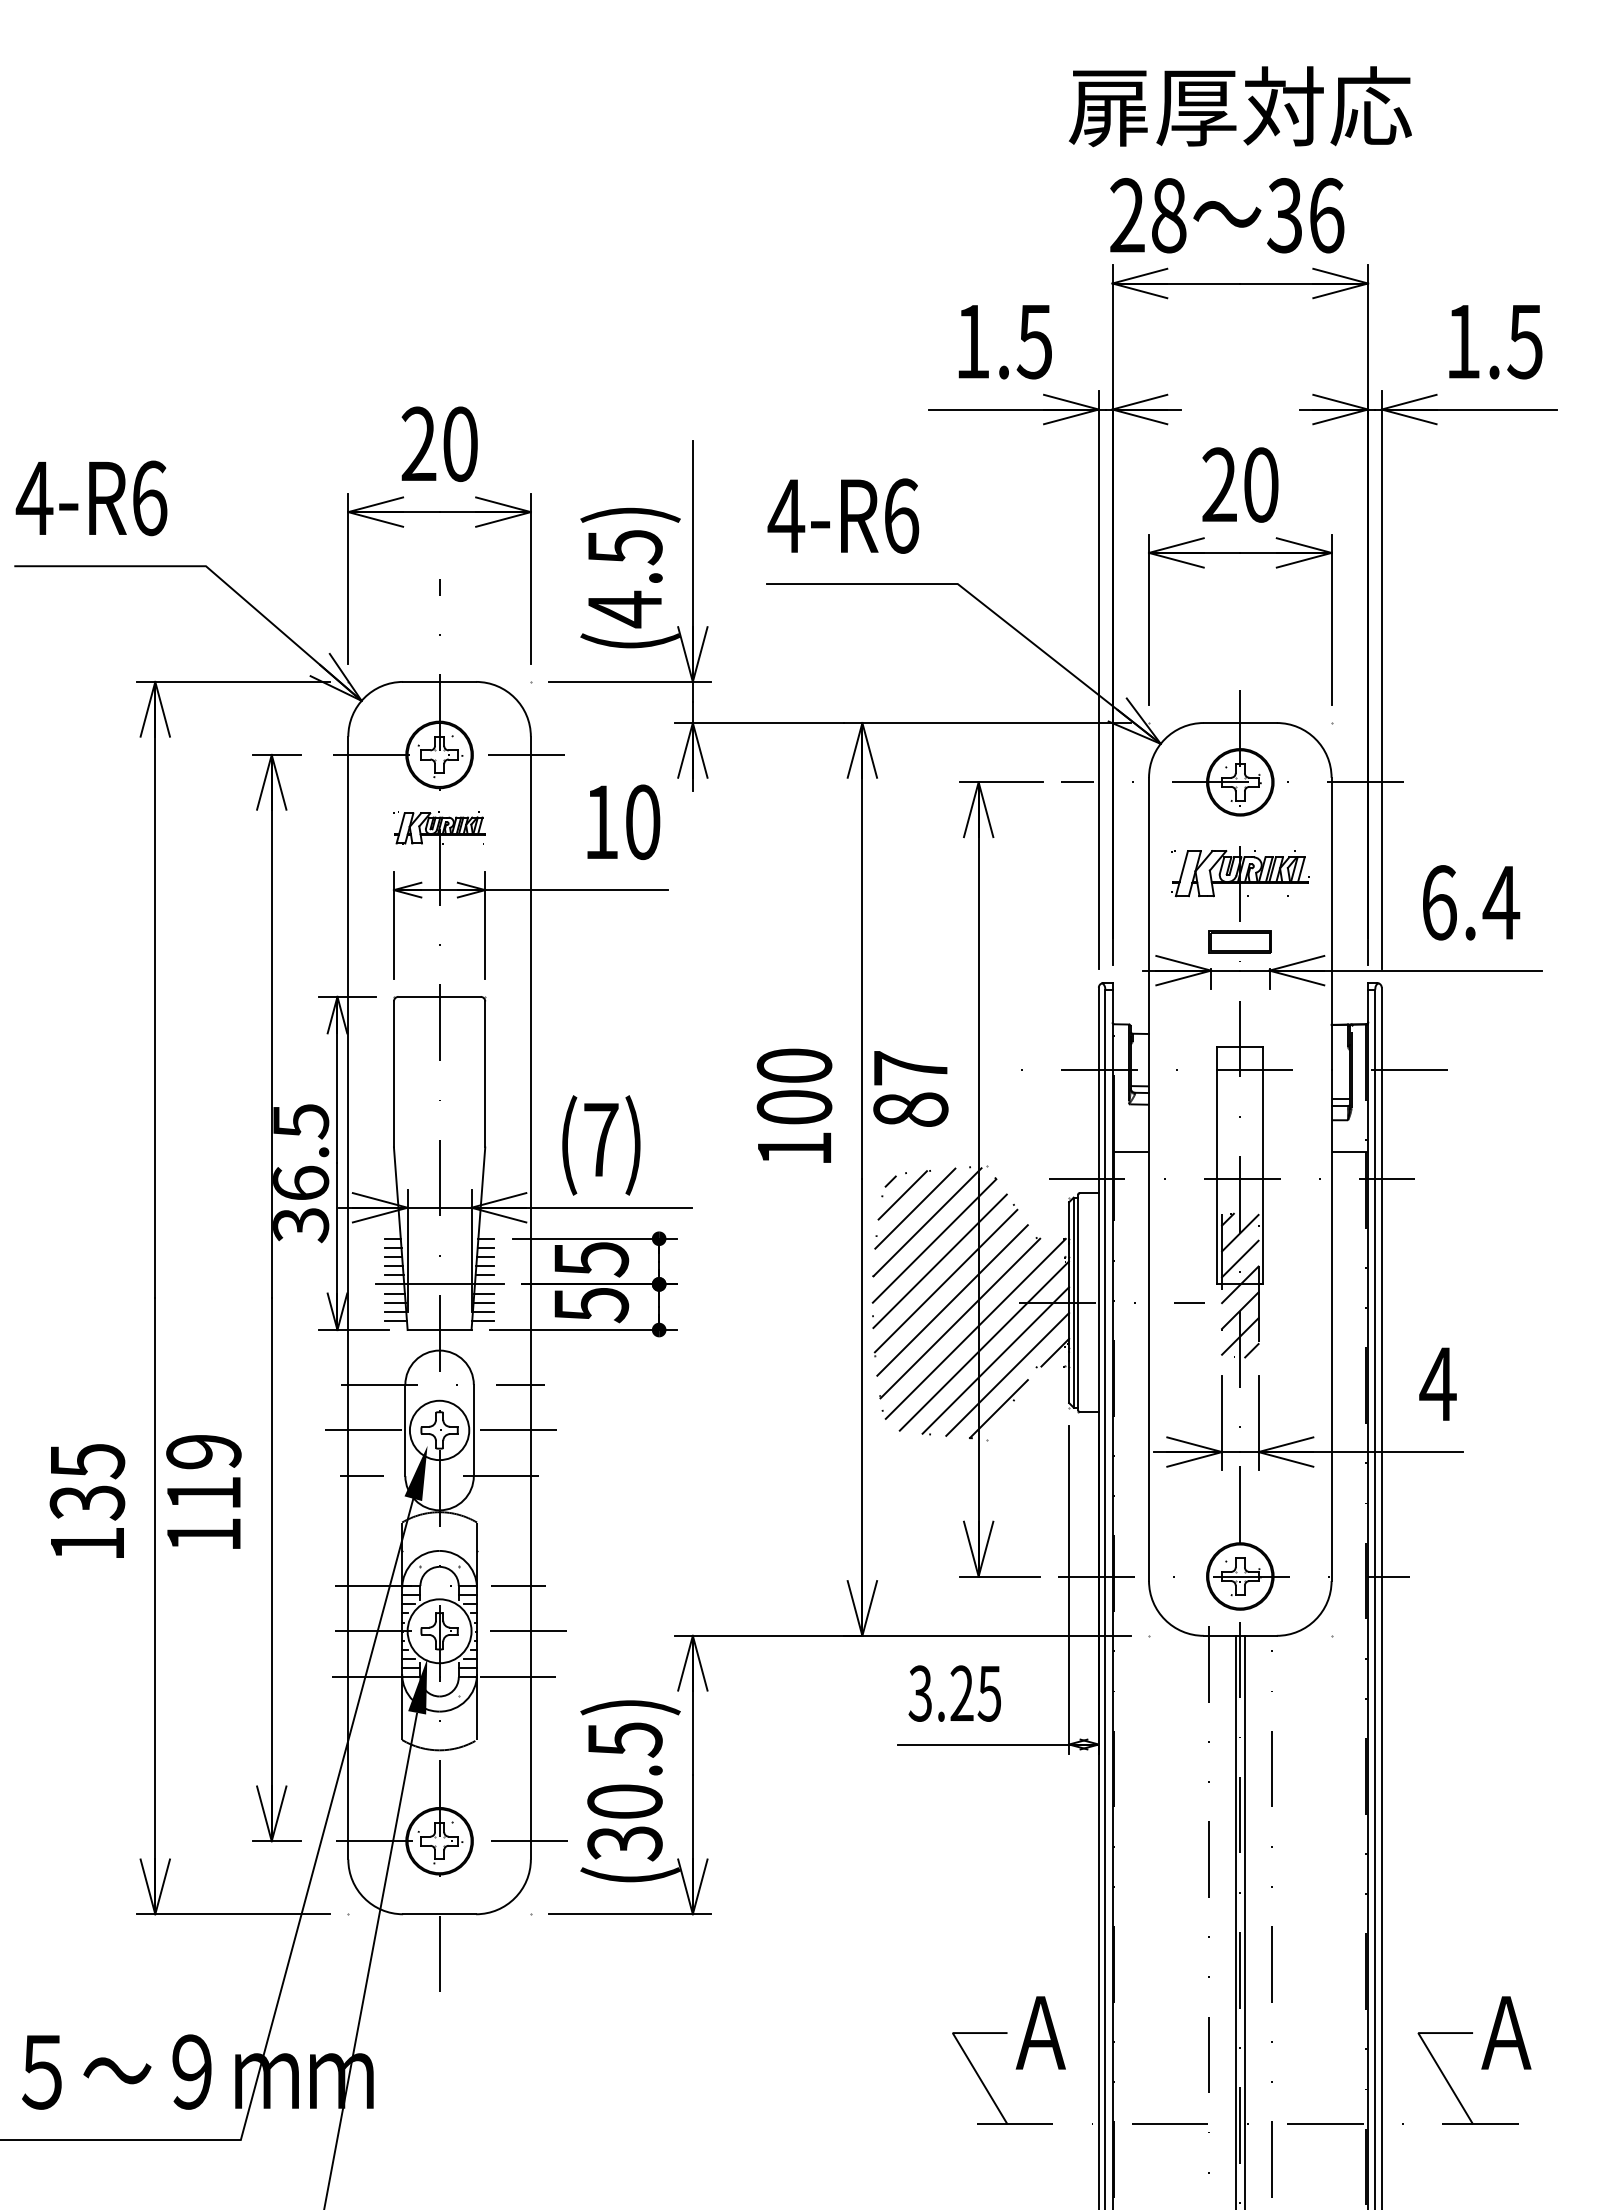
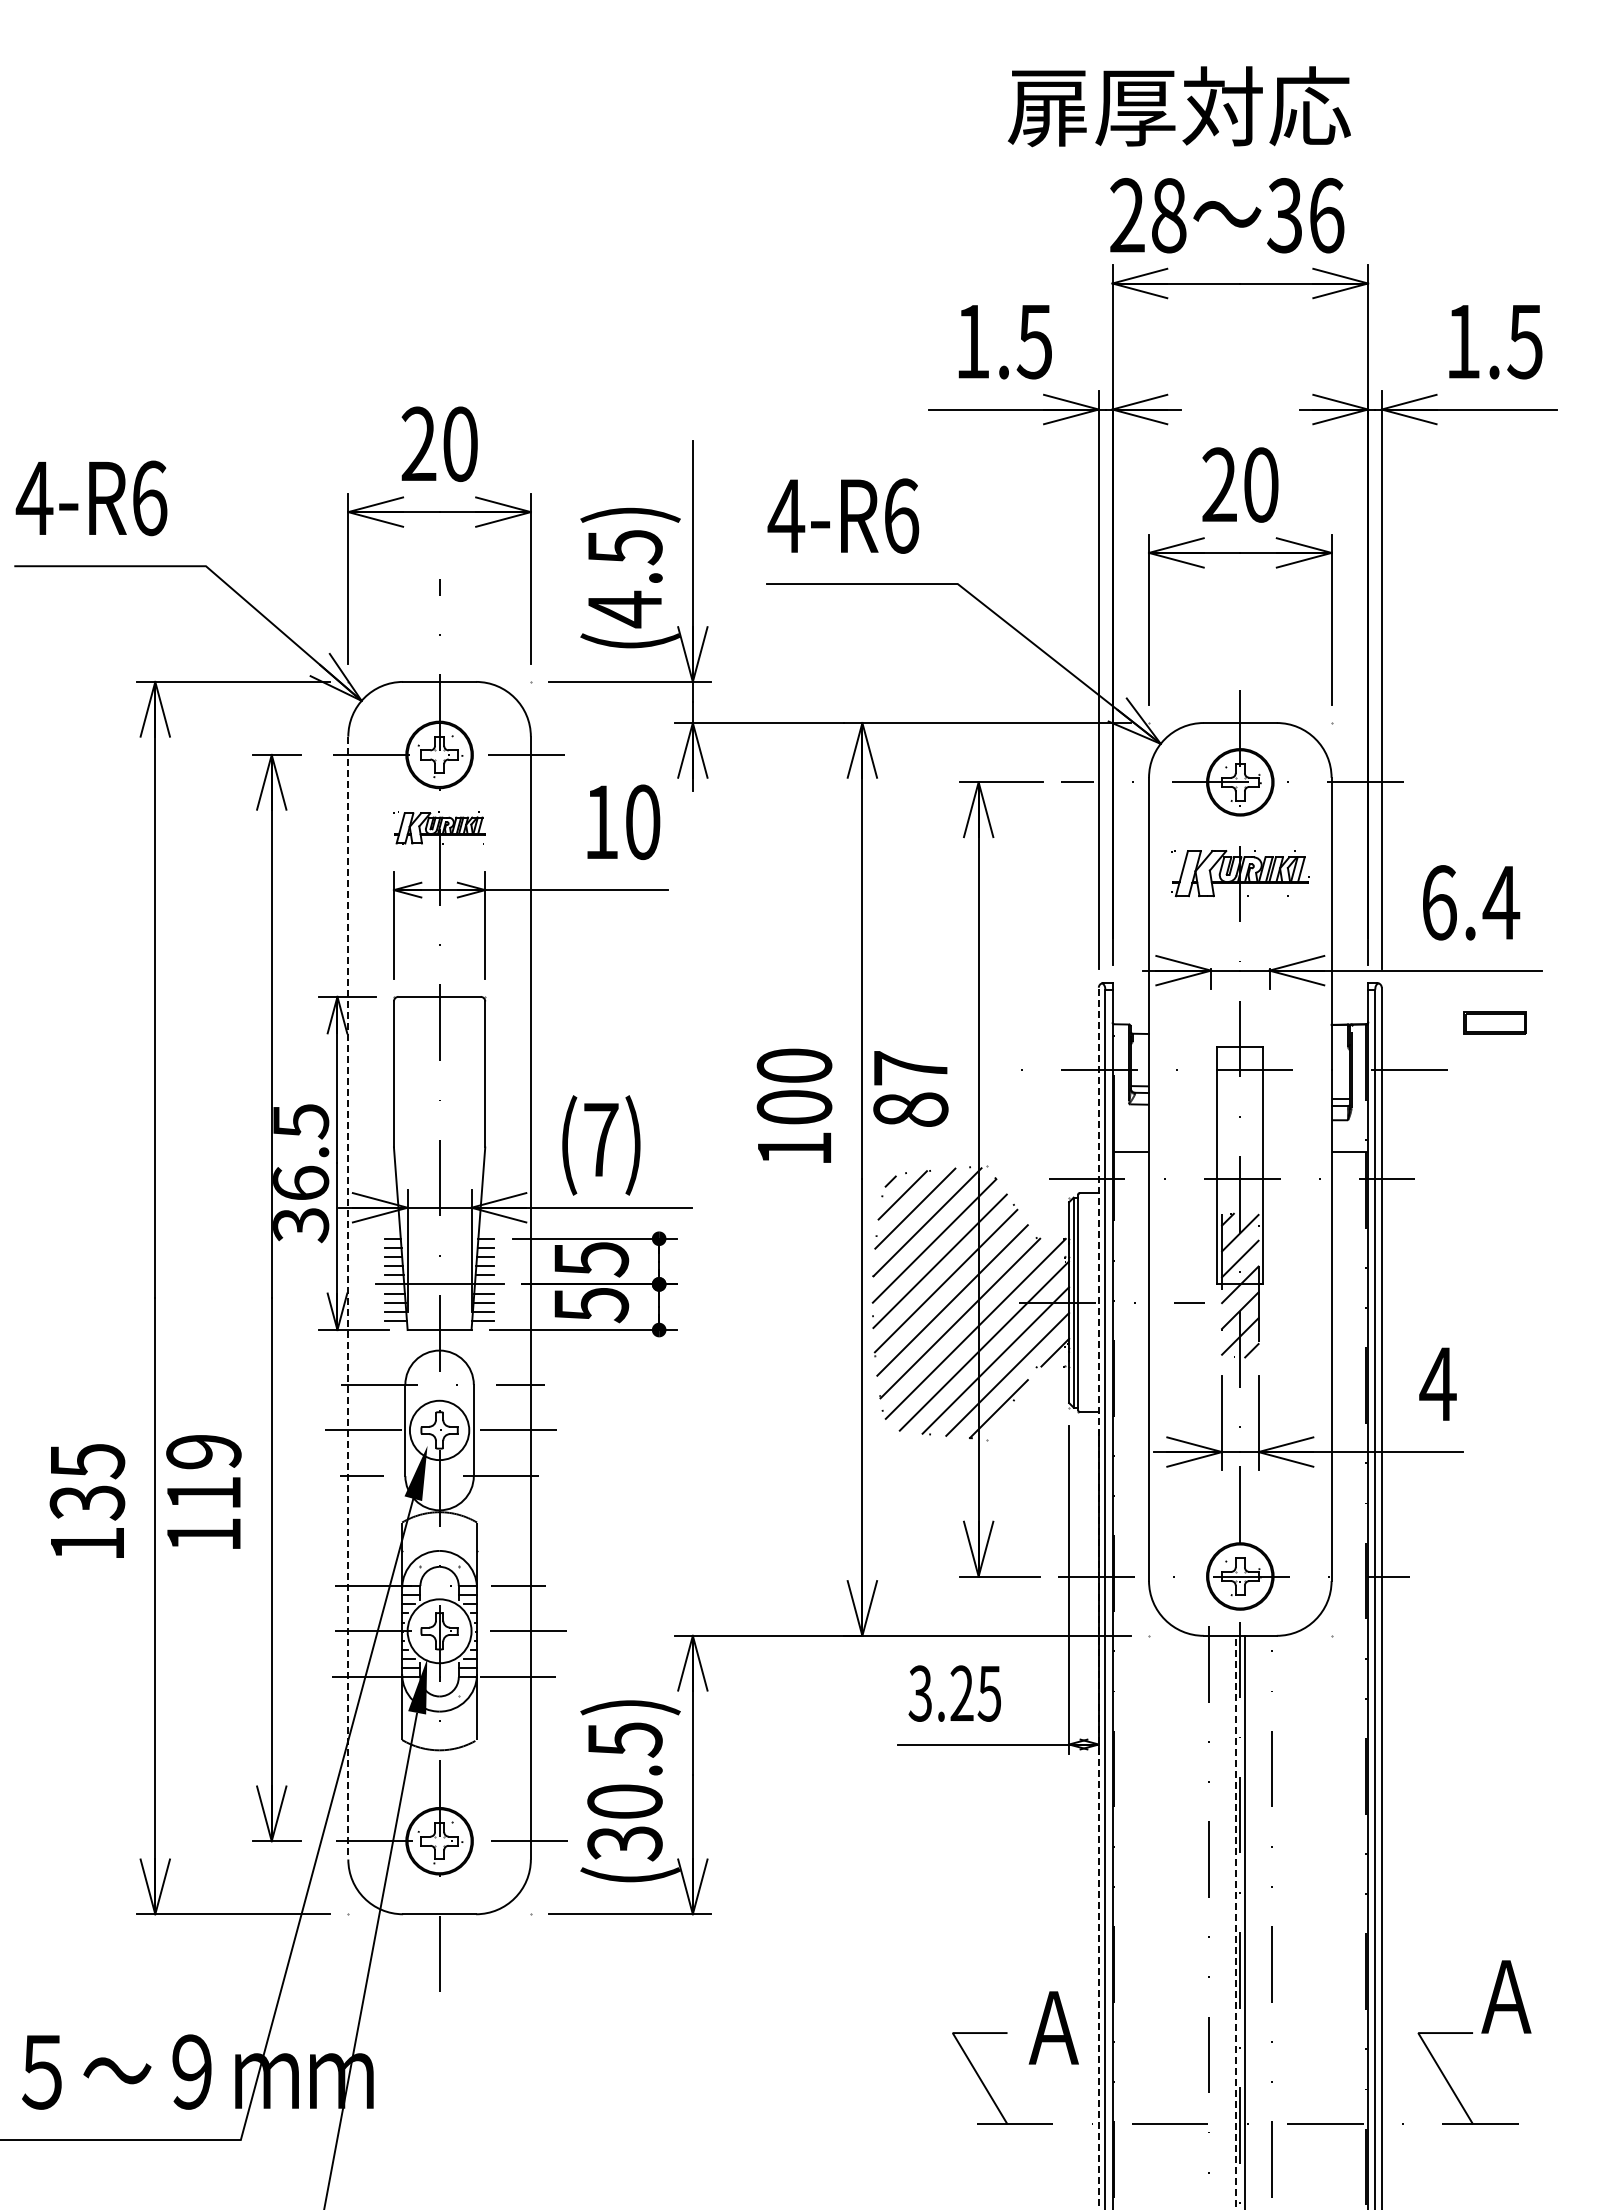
text at (1239, 106) position: (1239, 106) -> (1178, 106)
part at (1239, 941) position: (1239, 941) -> (1494, 1022)
line at (348, 1298): solid -> dashed
line at (1098, 1598): solid -> dashed
line at (1235, 1922): solid -> dashed
text at (1040, 2032) position: (1040, 2032) -> (1053, 2027)
text at (1506, 2032) position: (1506, 2032) -> (1506, 1996)
